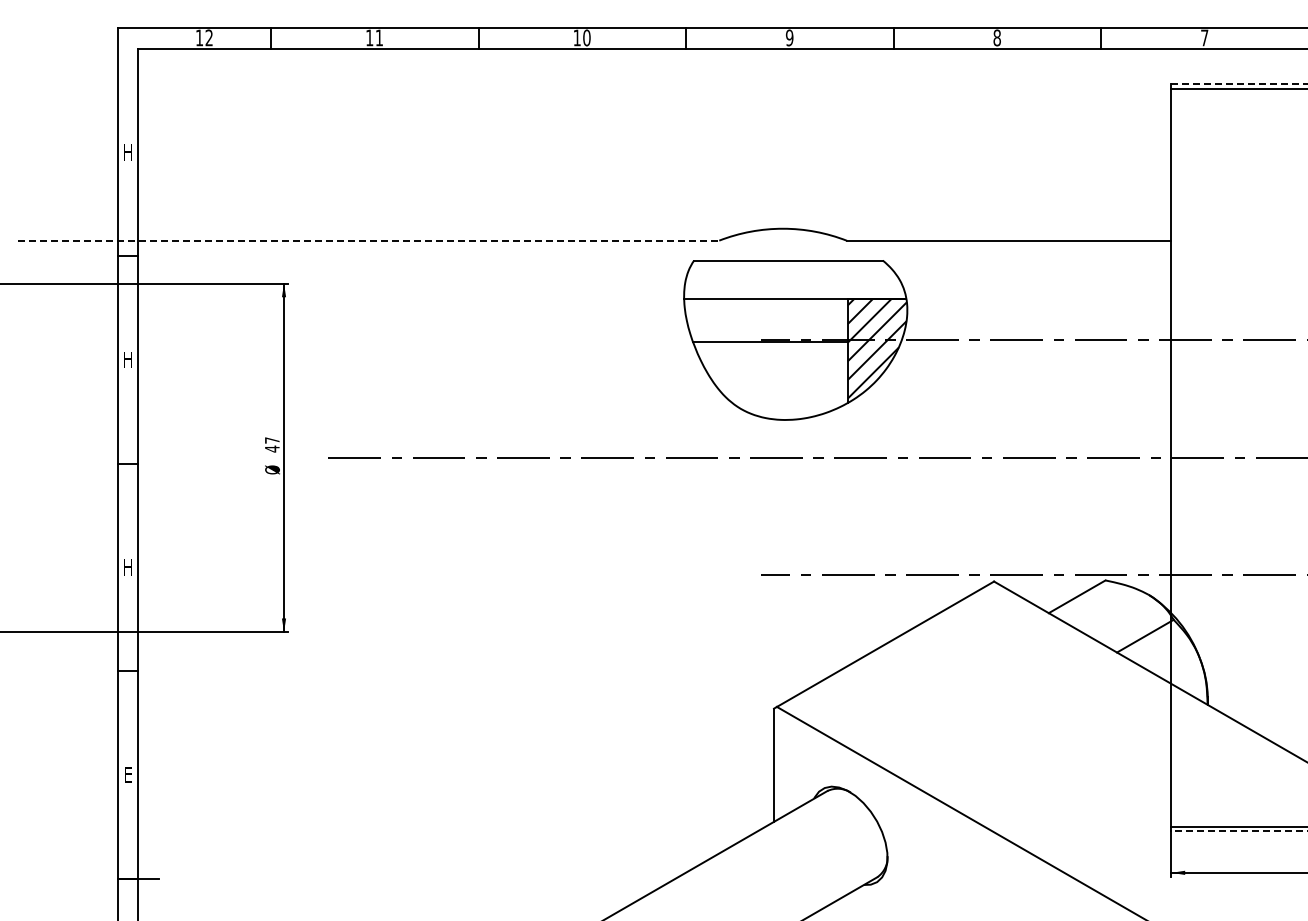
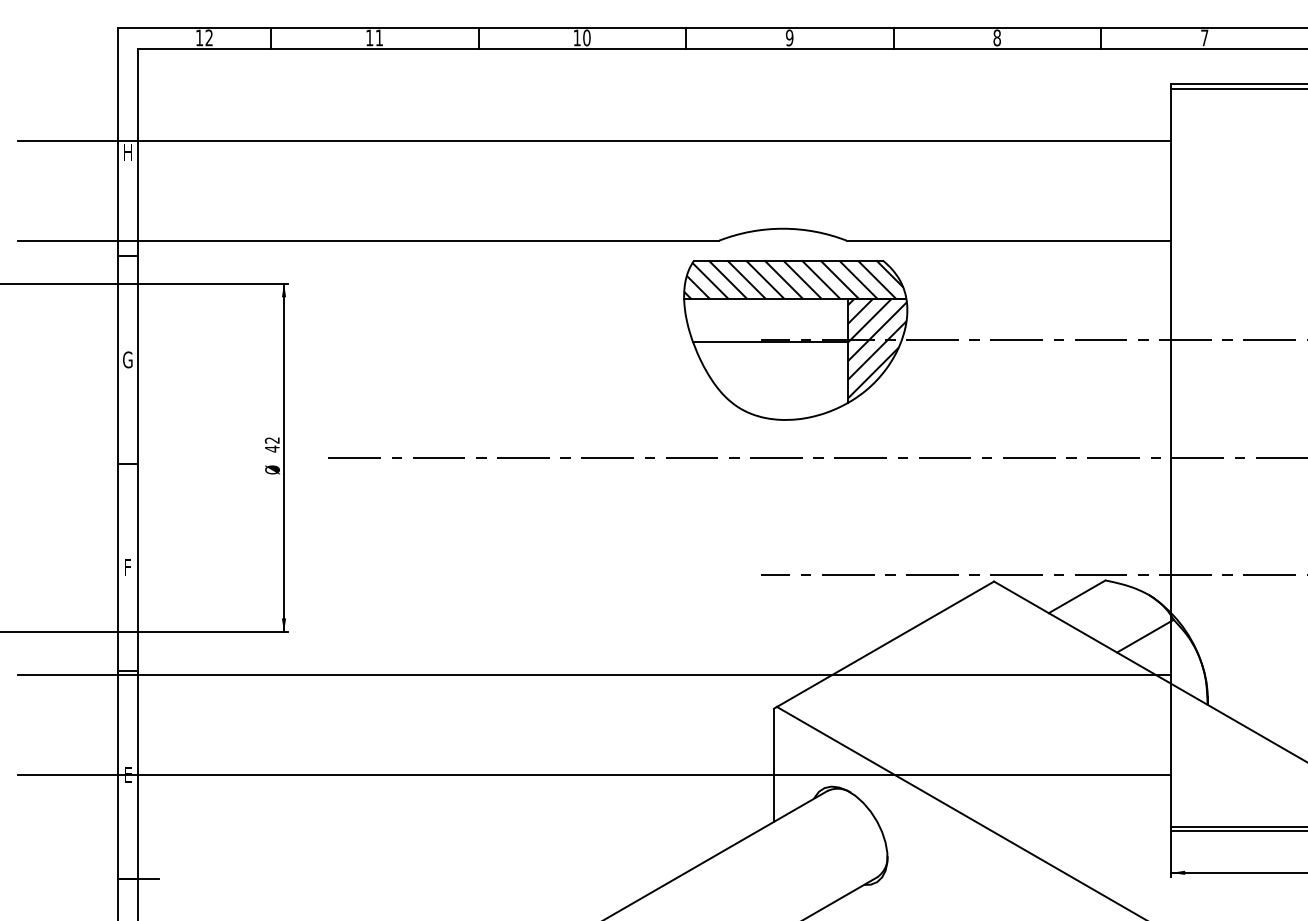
line at (1239, 84): dashed -> solid
line at (594, 141): none -> present
line at (368, 240): dashed -> solid
hatch at (793, 279): none -> present
text at (127, 359): H -> G
text at (271, 440): 47 -> 42
text at (127, 567): H -> F
line at (594, 674): none -> present
line at (594, 774): none -> present
line at (1239, 831): dashed -> solid
